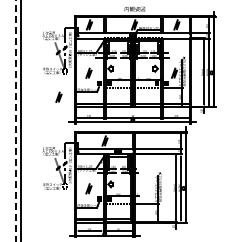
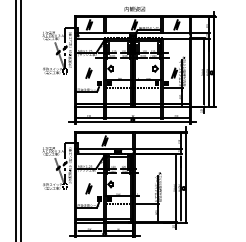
part at (58, 96): present -> none
line at (15, 121): dashed -> solid
